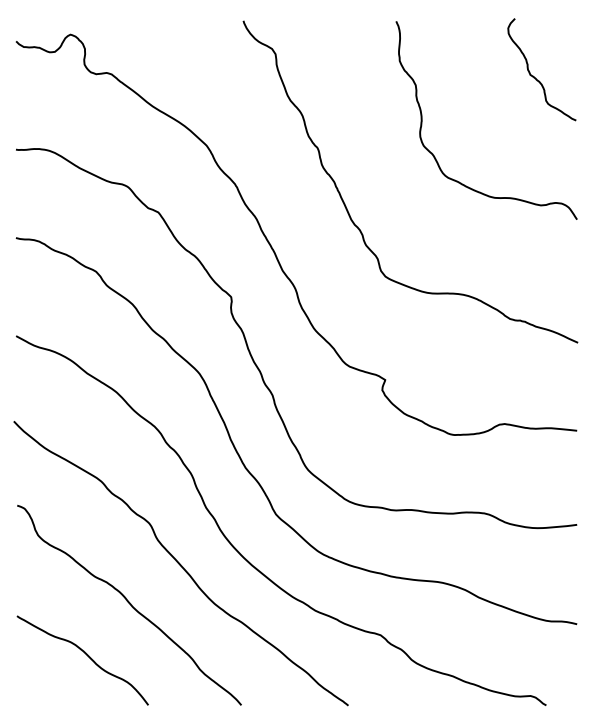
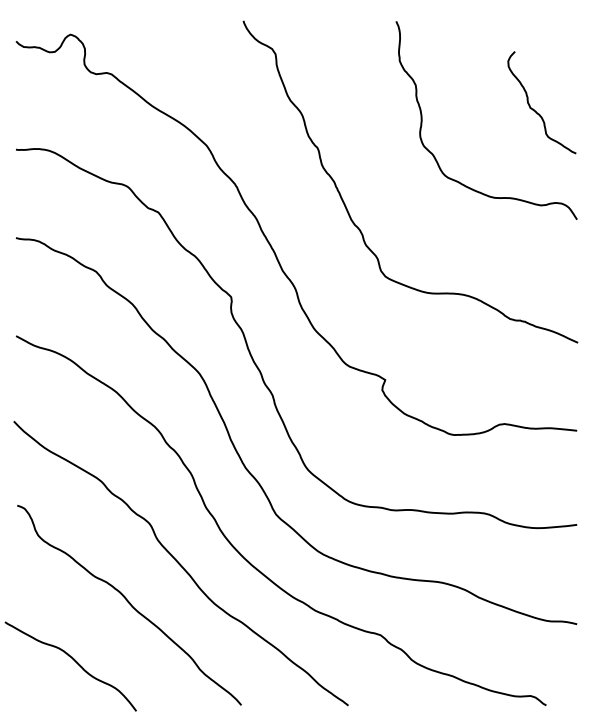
curve at (534, 76) position: (534, 76) -> (534, 109)
curve at (86, 655) position: (86, 655) -> (74, 661)
